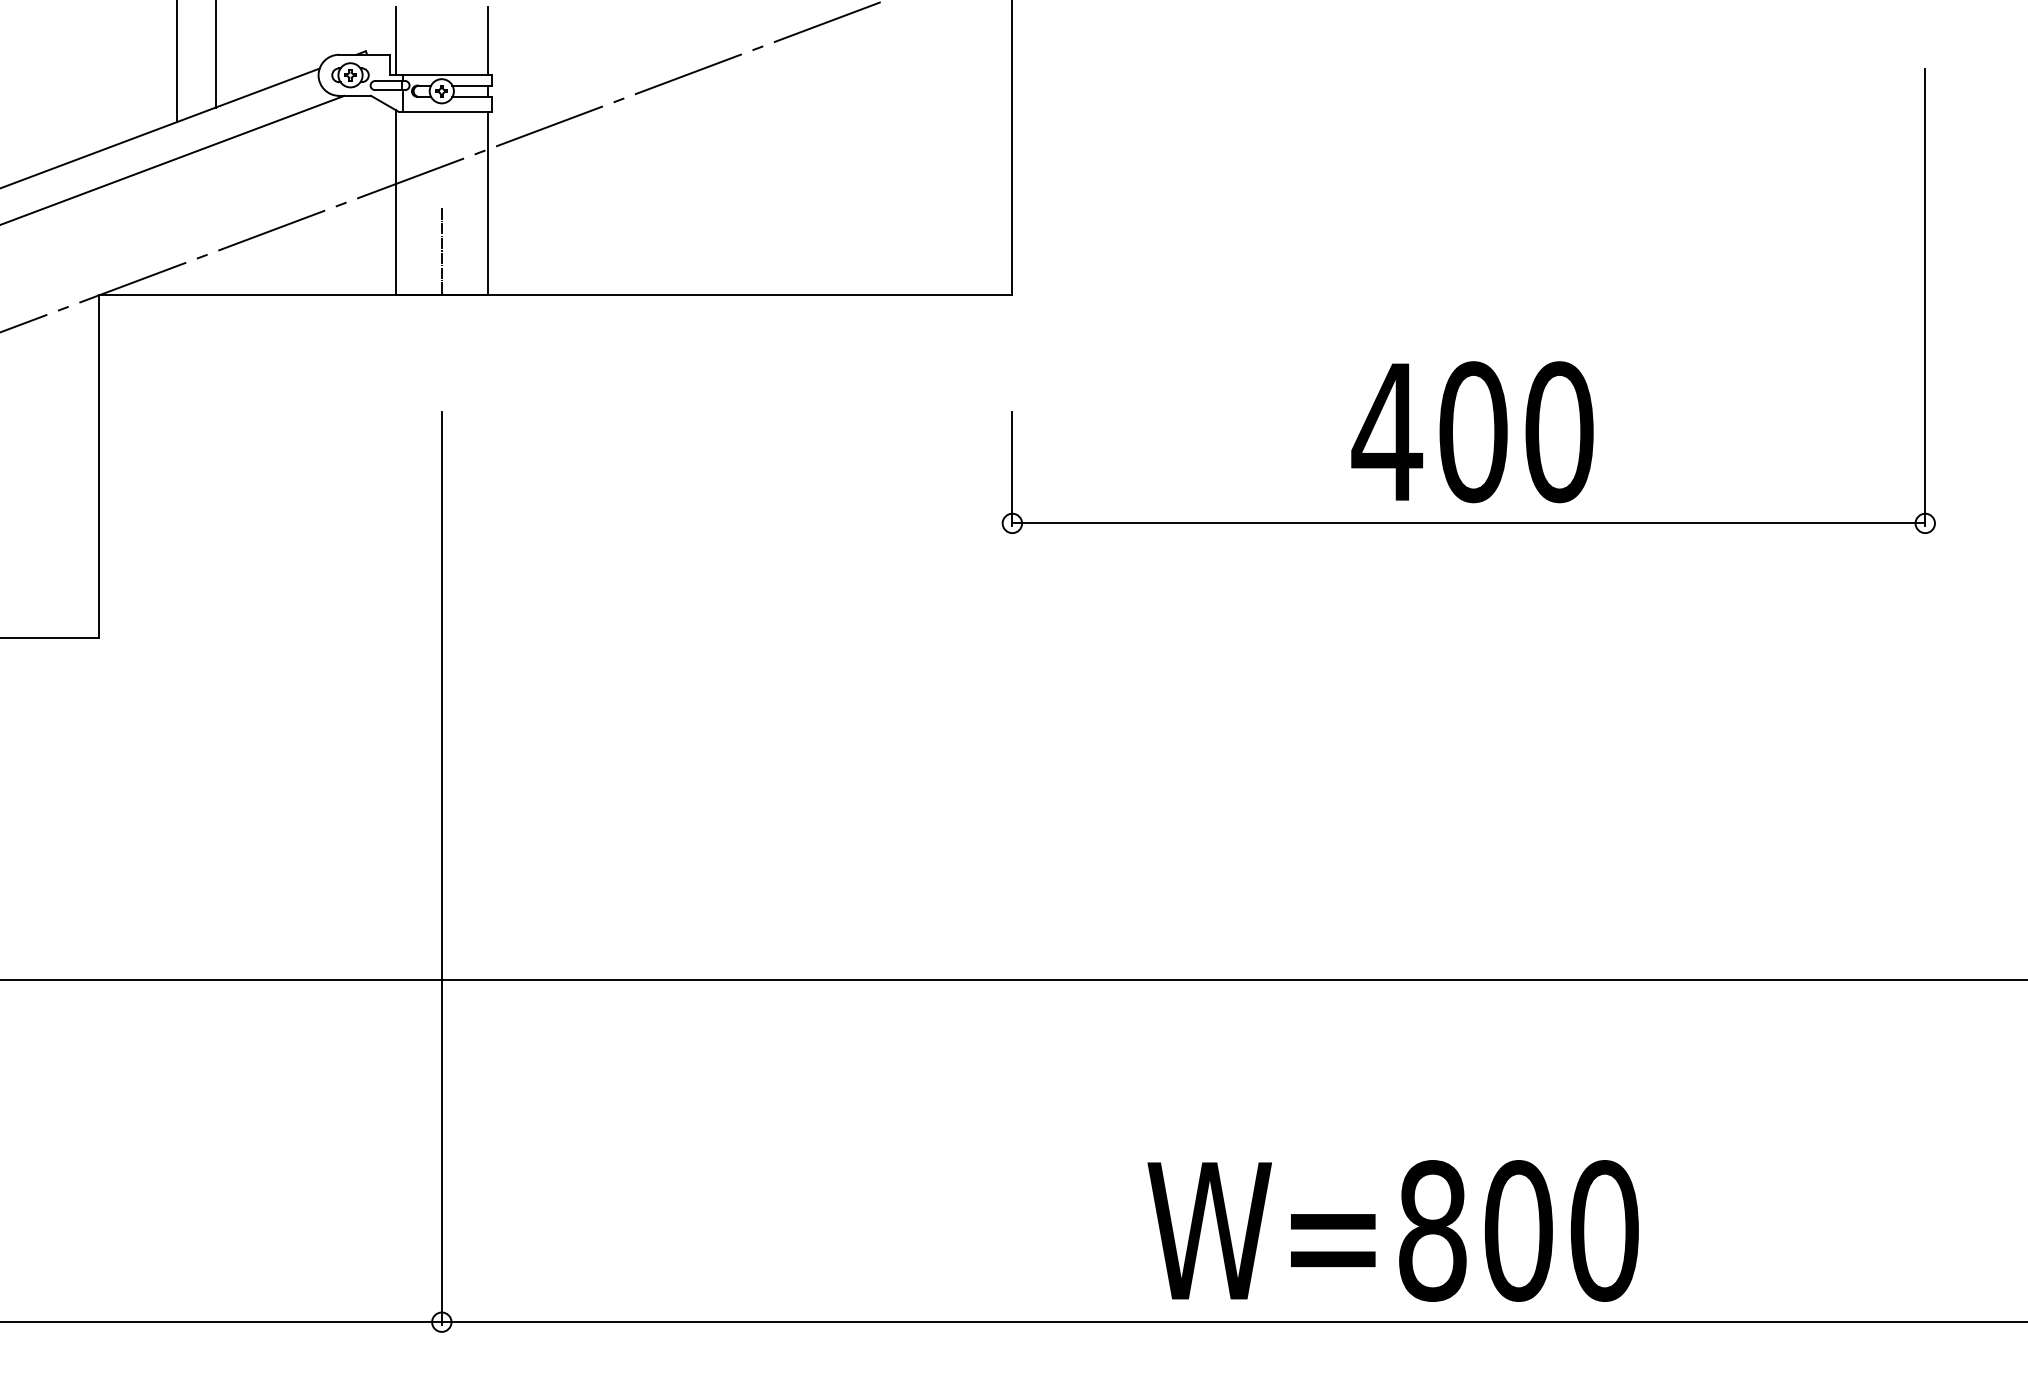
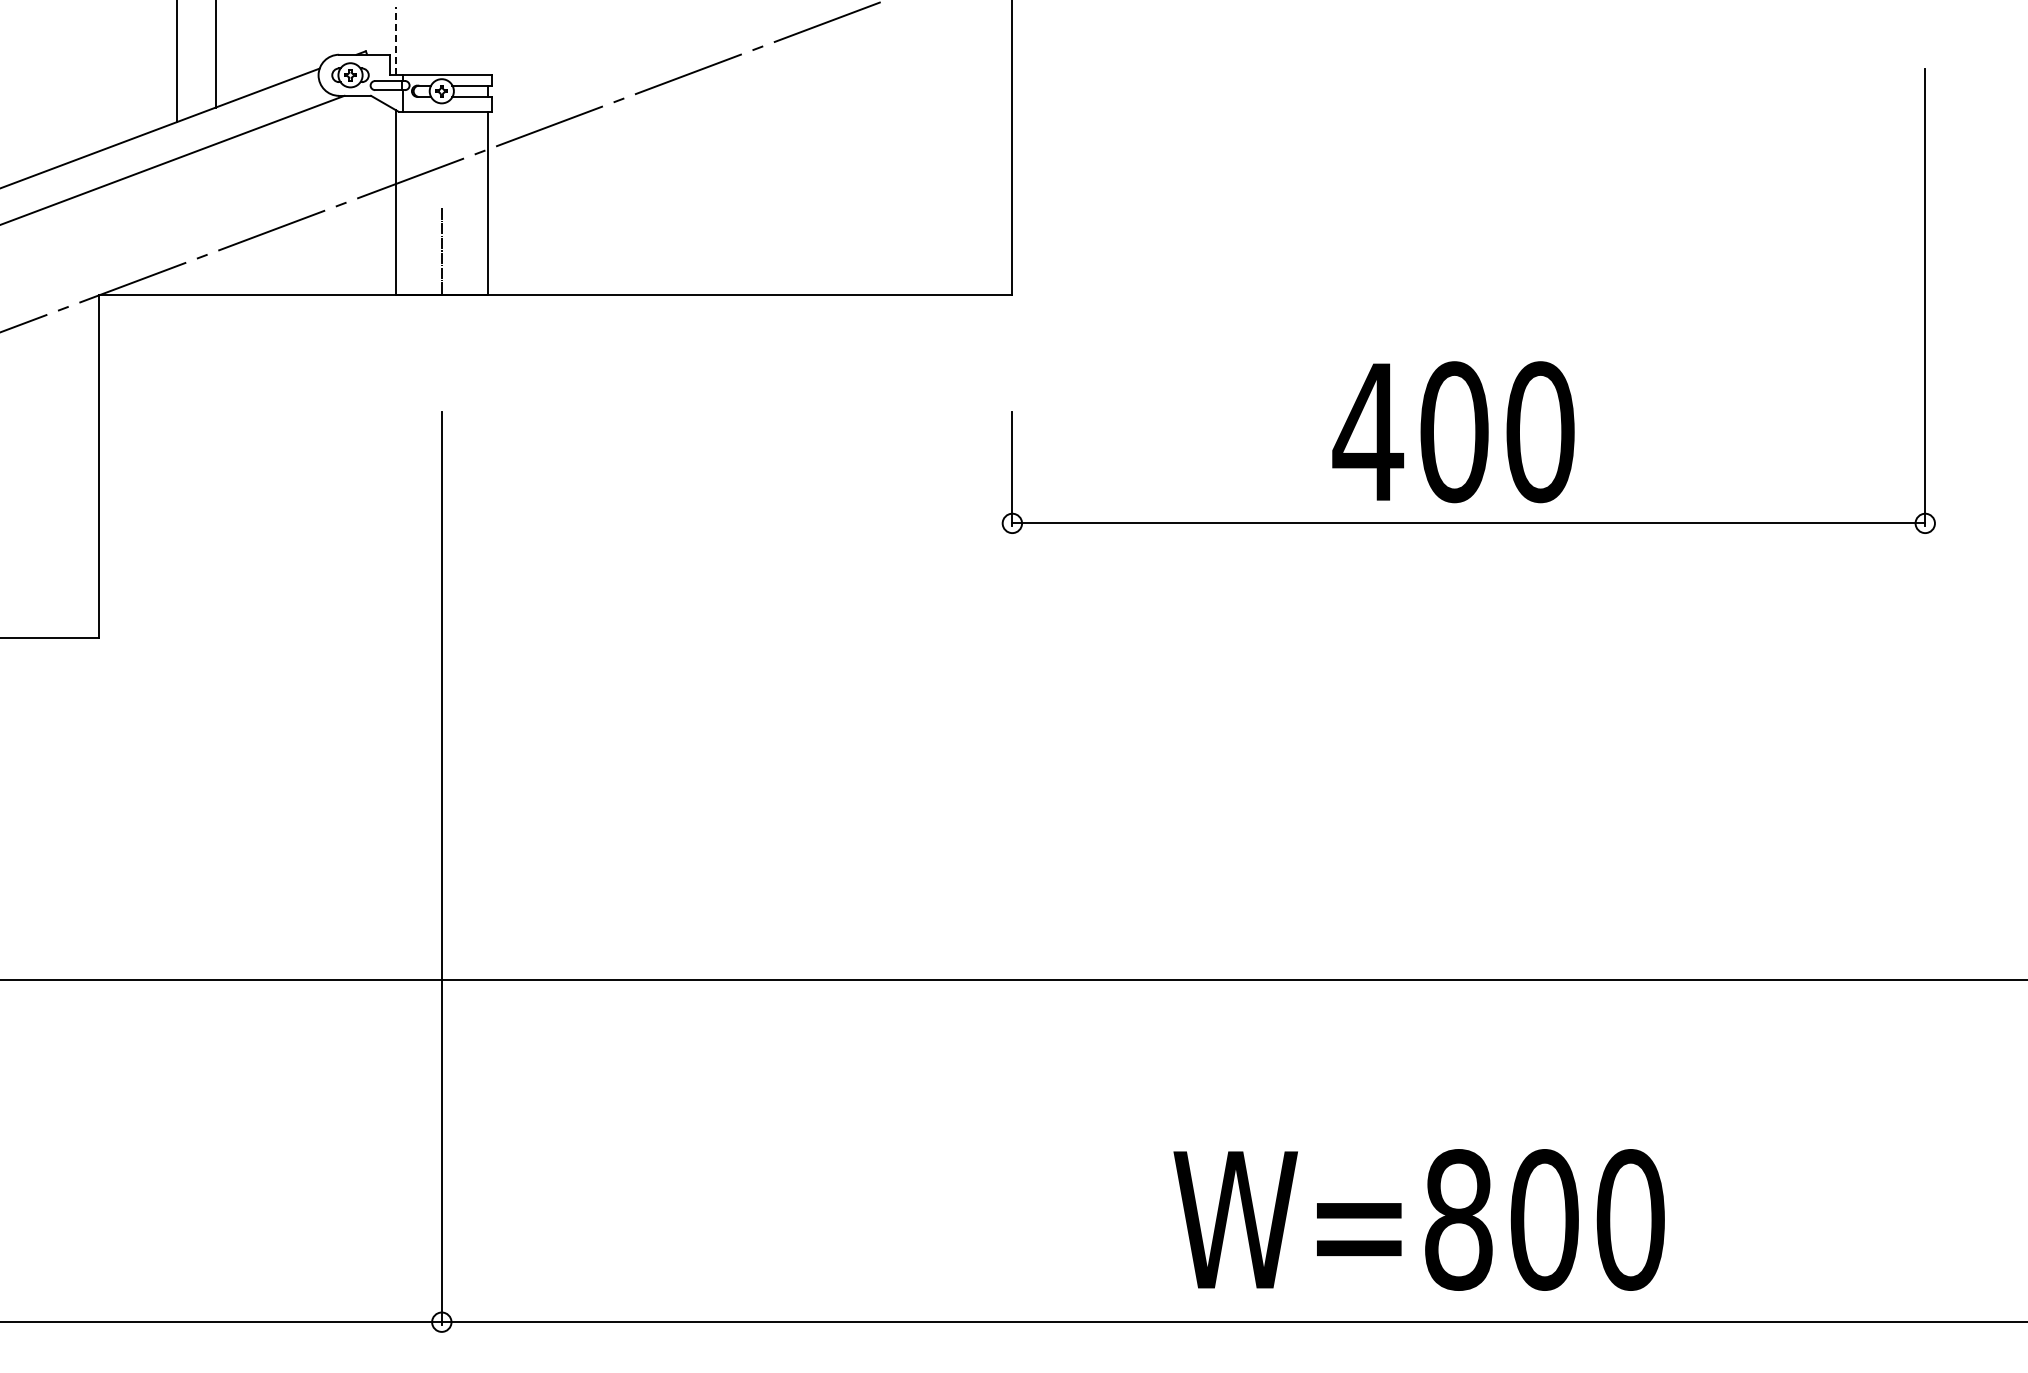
line at (395, 40): solid -> dashed
line at (488, 40): present -> none
text at (1472, 432) position: (1472, 432) -> (1453, 432)
text at (1392, 1230) position: (1392, 1230) -> (1418, 1219)
